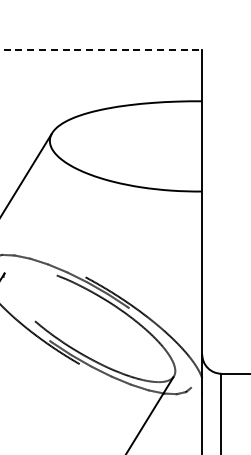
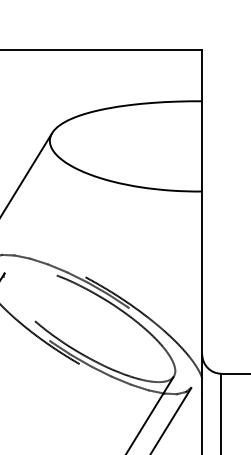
line at (101, 49): dashed -> solid
line at (171, 419): none -> present
